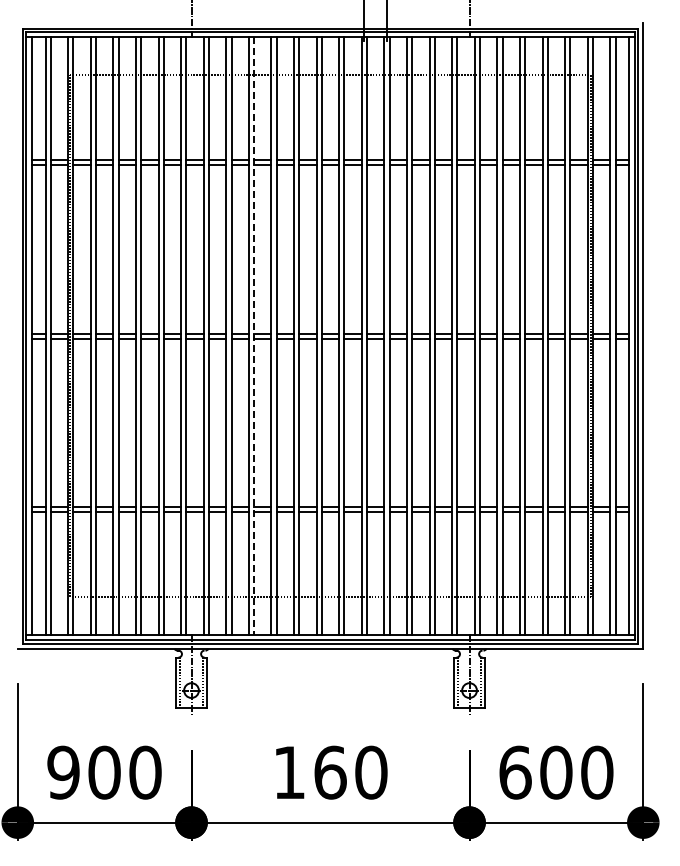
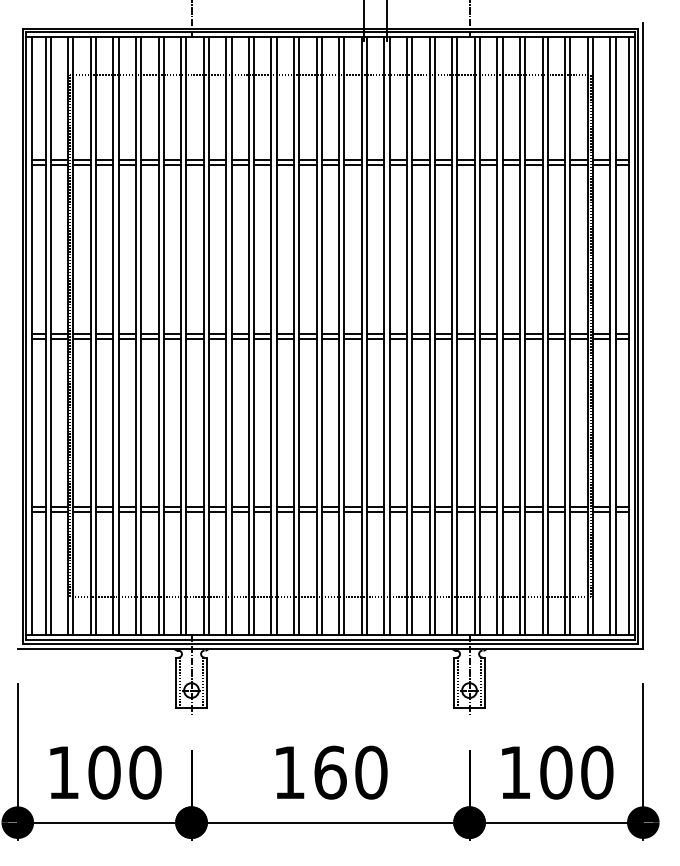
line at (254, 336): dashed -> solid
text at (63, 772): 900 -> 100
text at (515, 772): 600 -> 100
